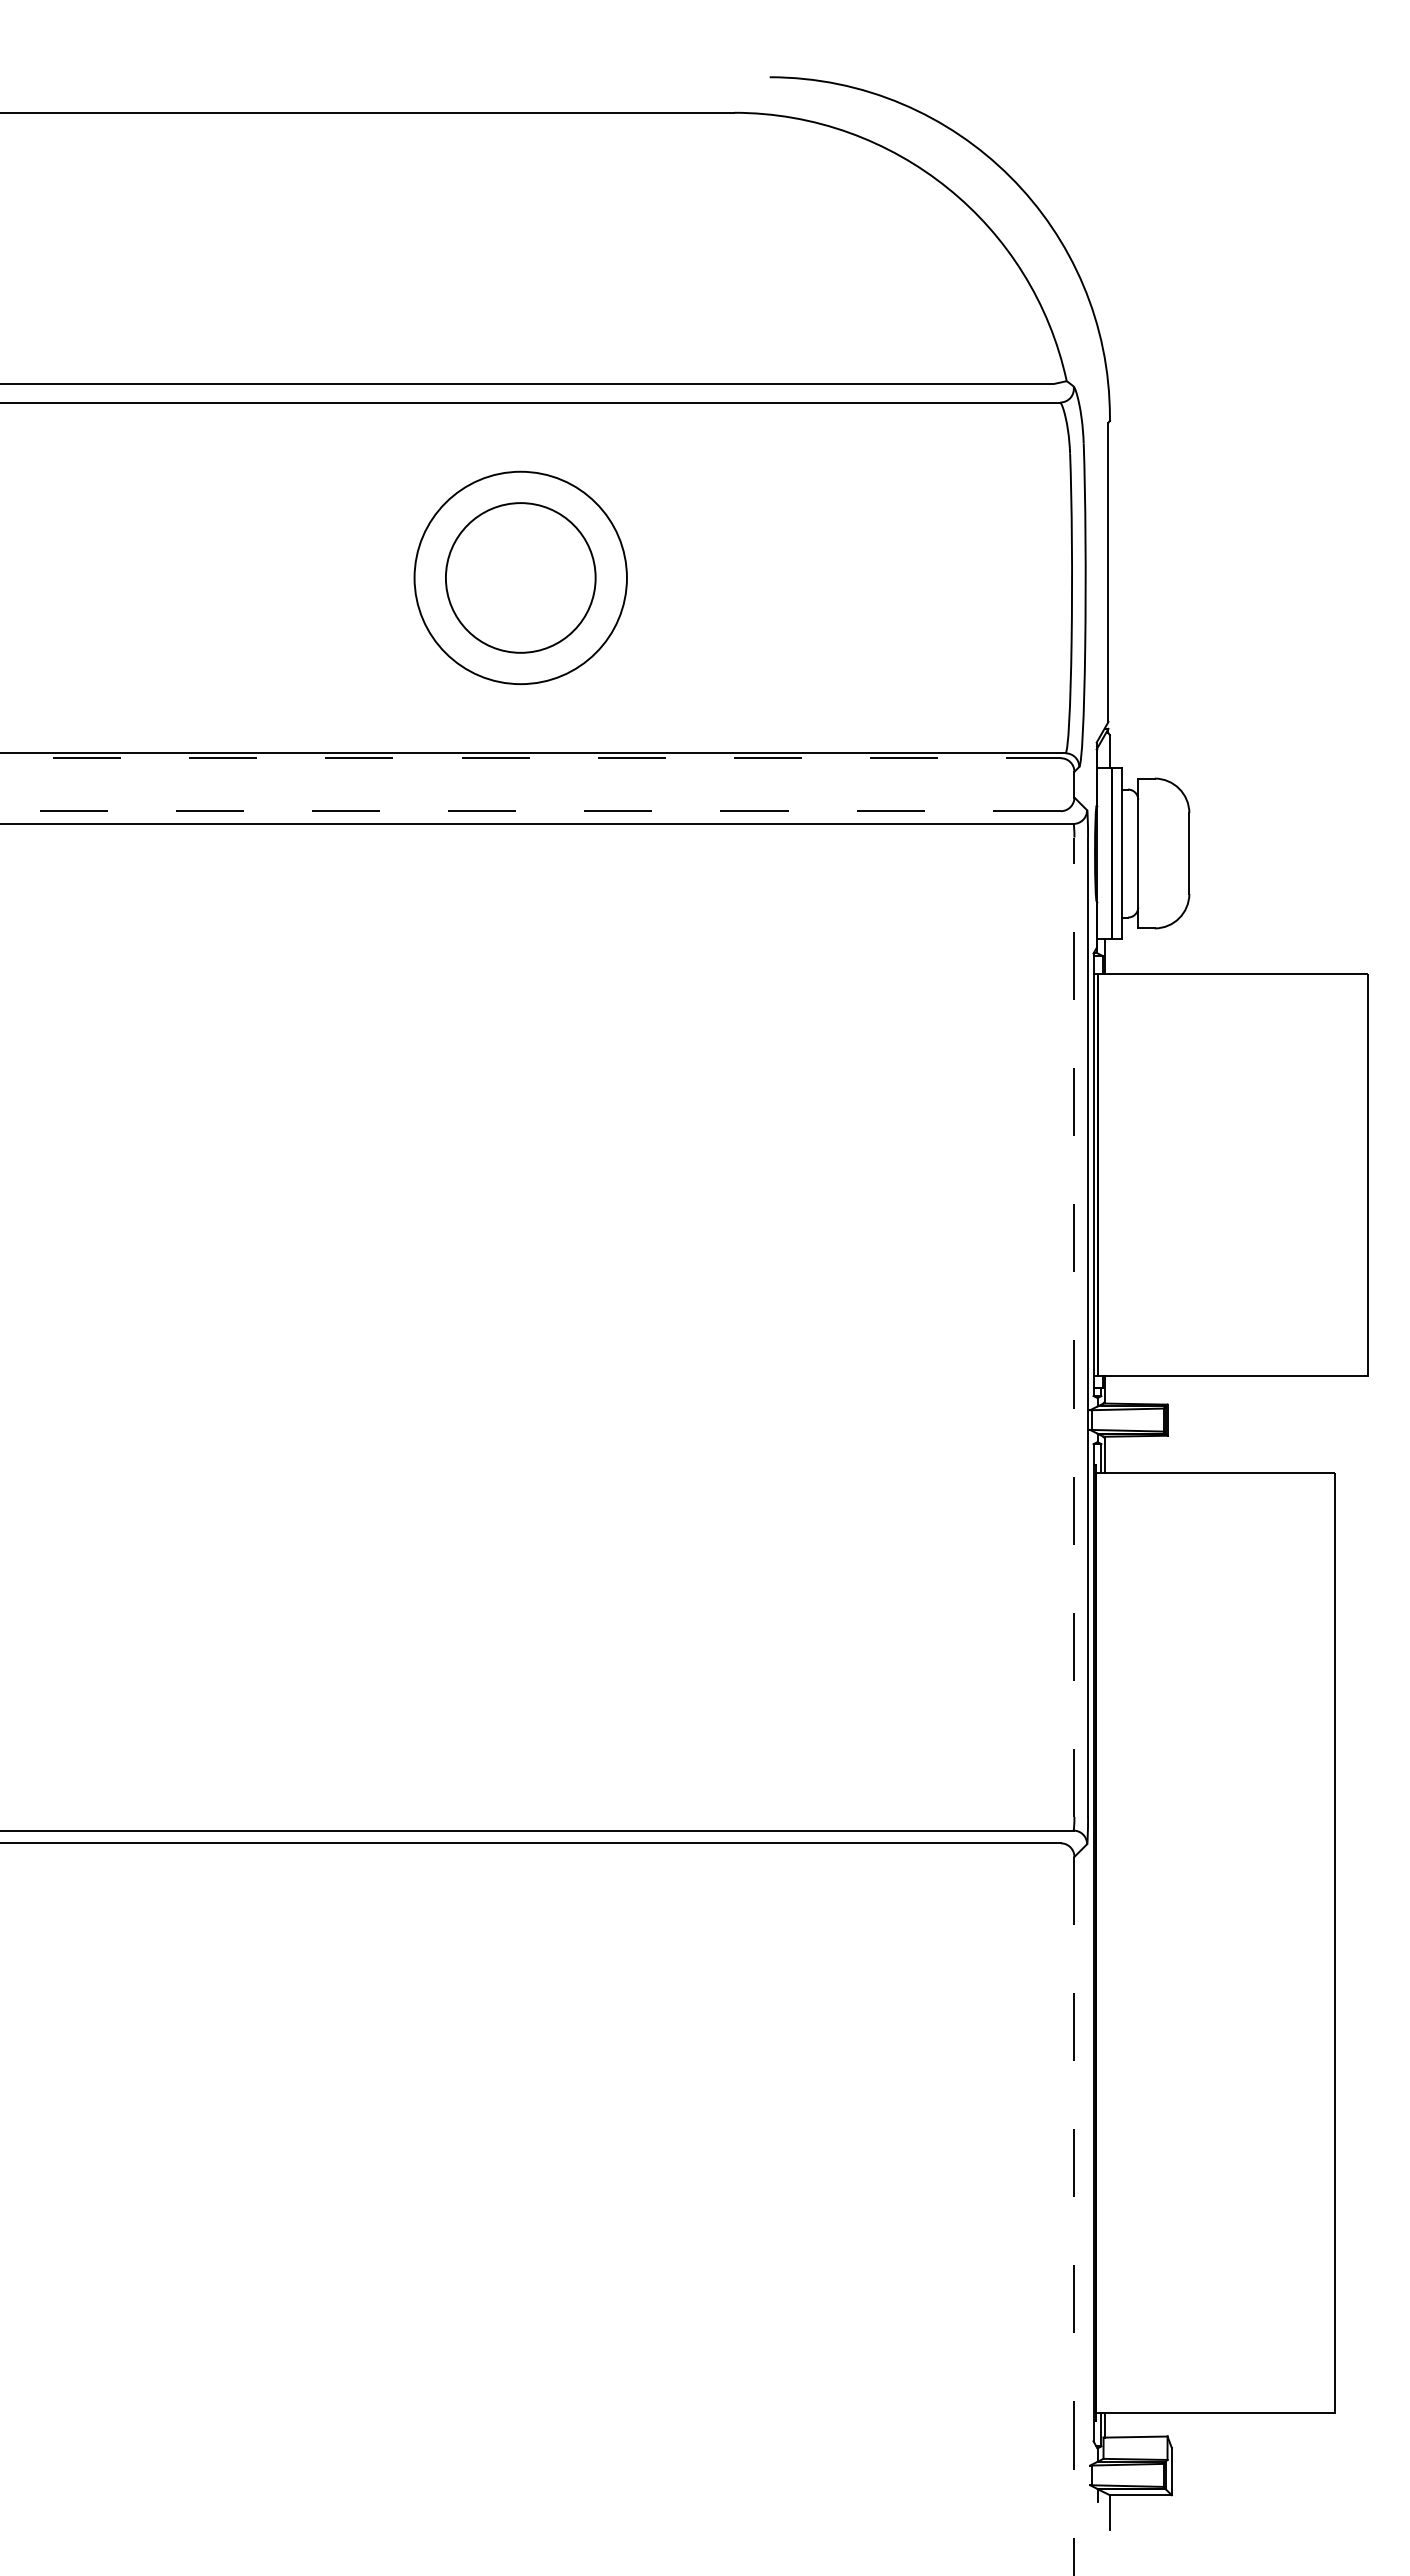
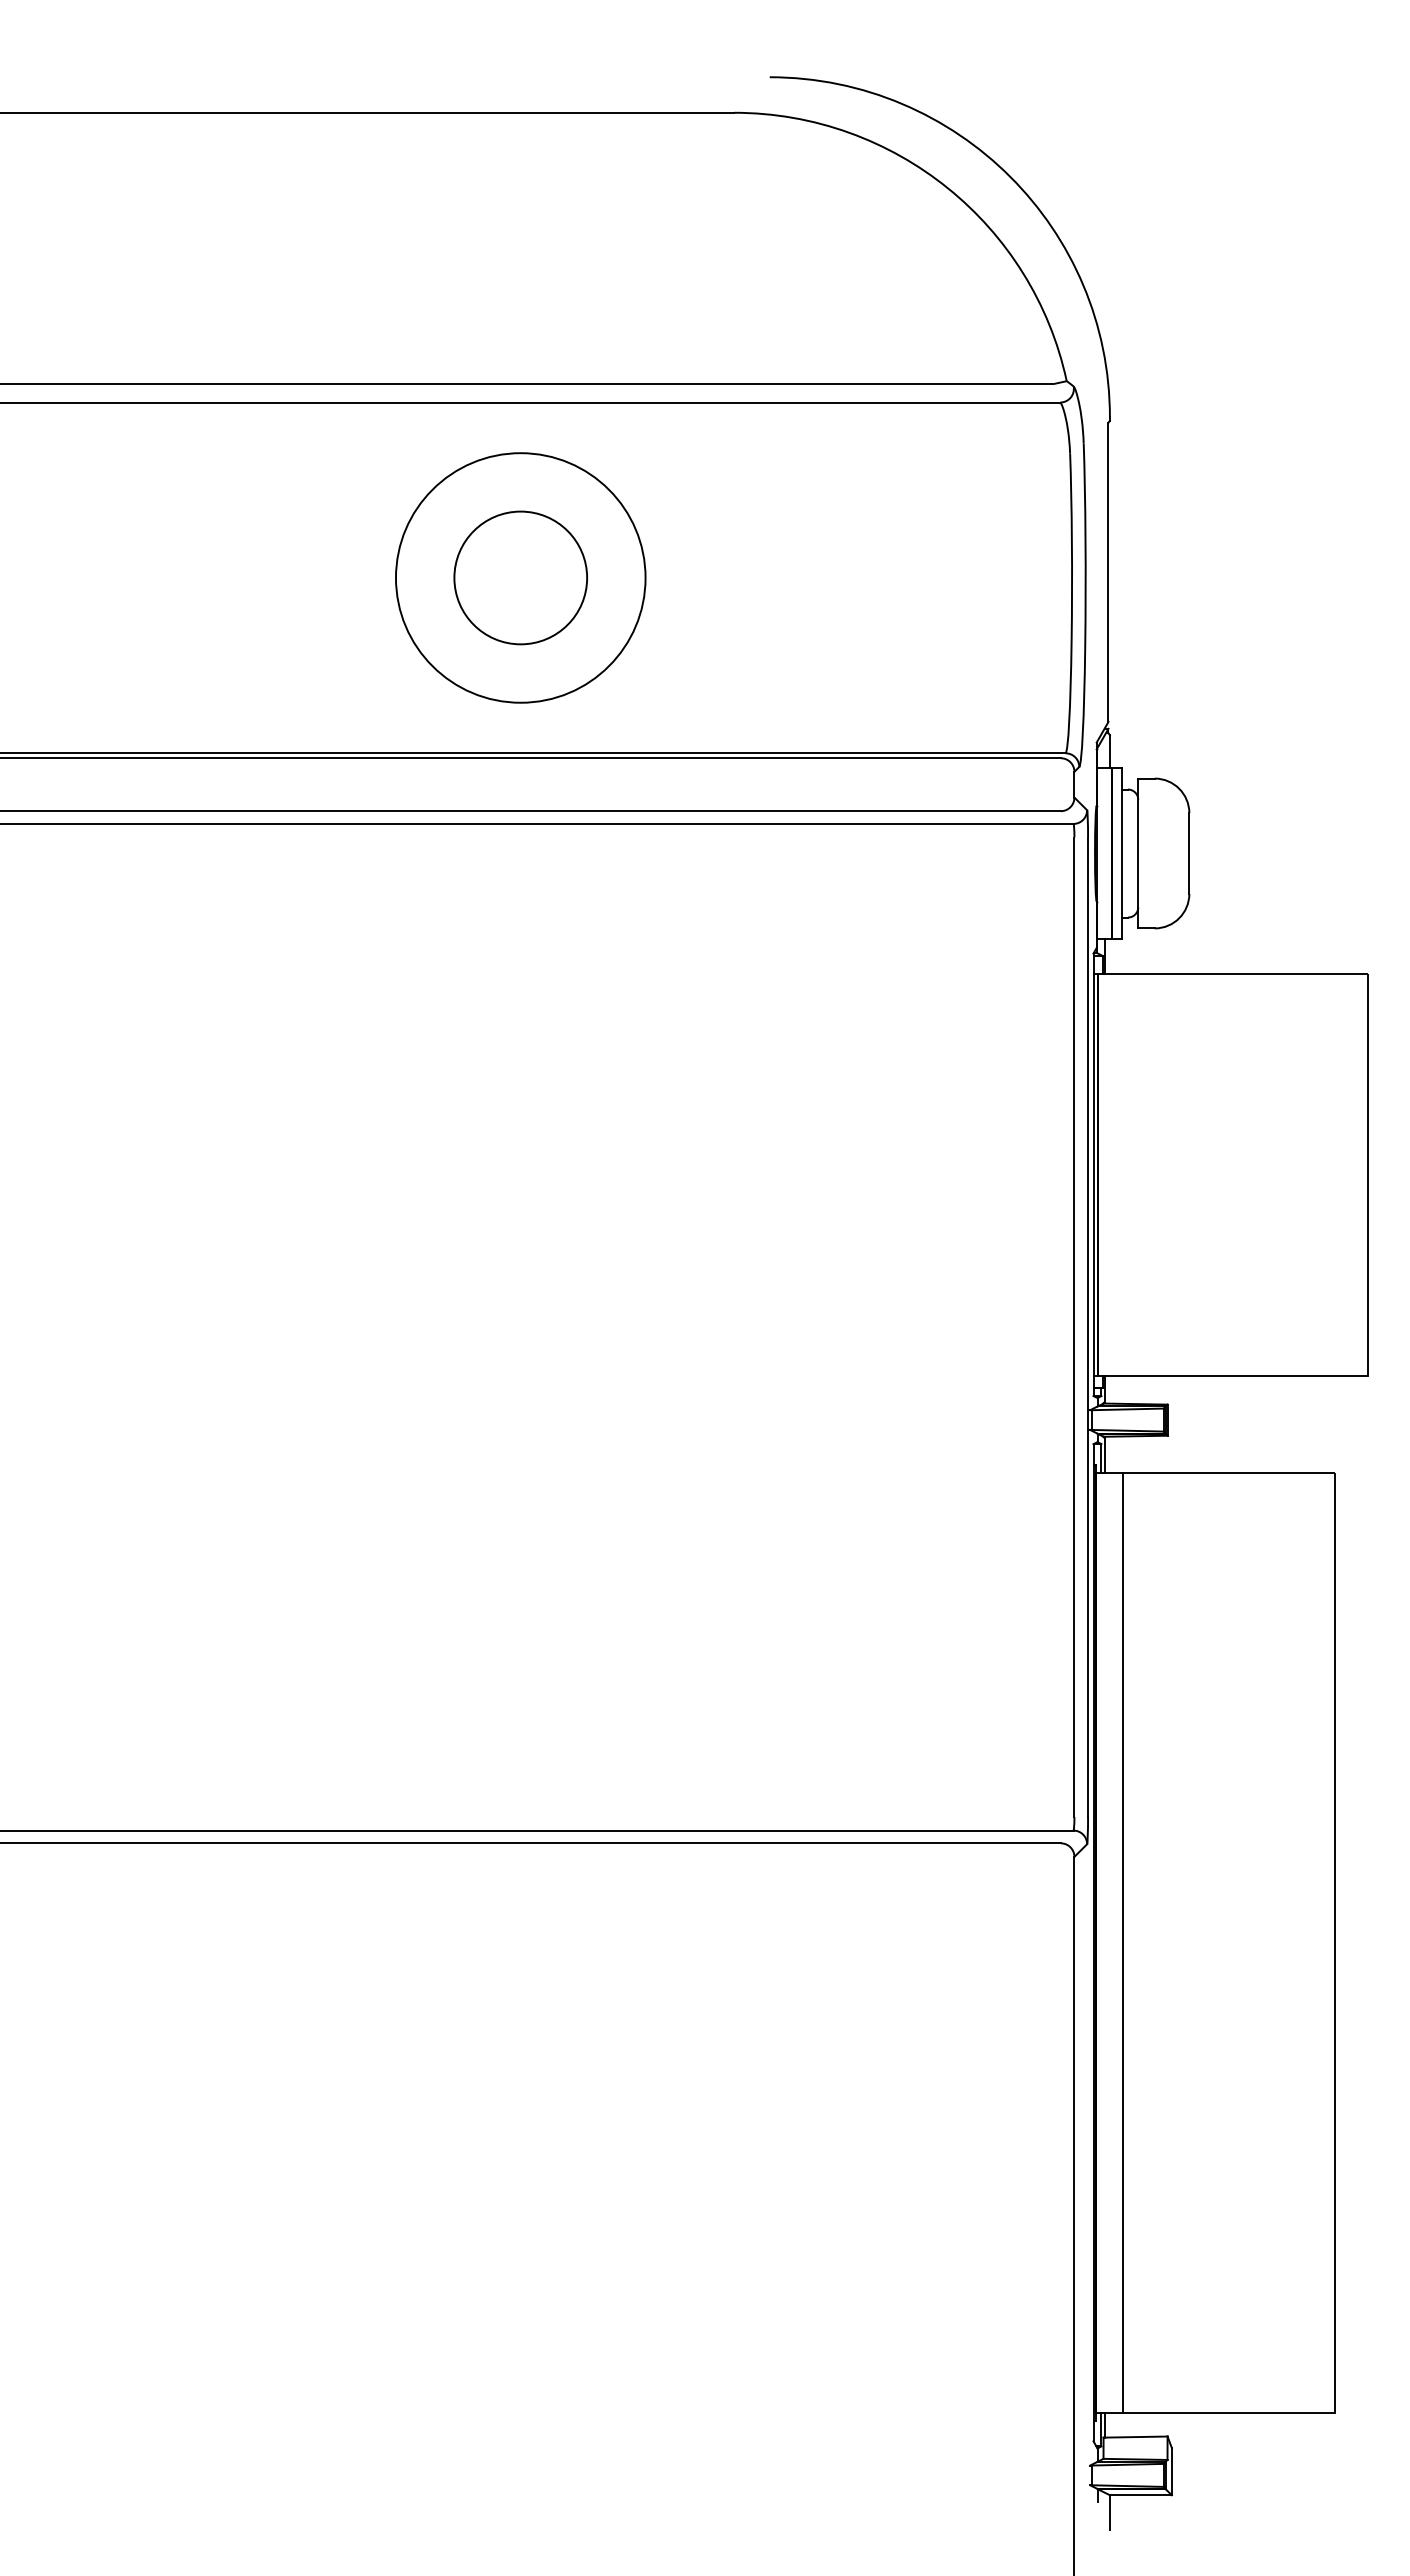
circle at (520, 577) diameter: 150 px -> 250 px
circle at (520, 577) diameter: 212 px -> 133 px
line at (530, 758): dashed -> solid
line at (530, 811): dashed -> solid
line at (1074, 1327): dashed -> solid
line at (1123, 1942): none -> present
line at (1074, 2216): dashed -> solid
